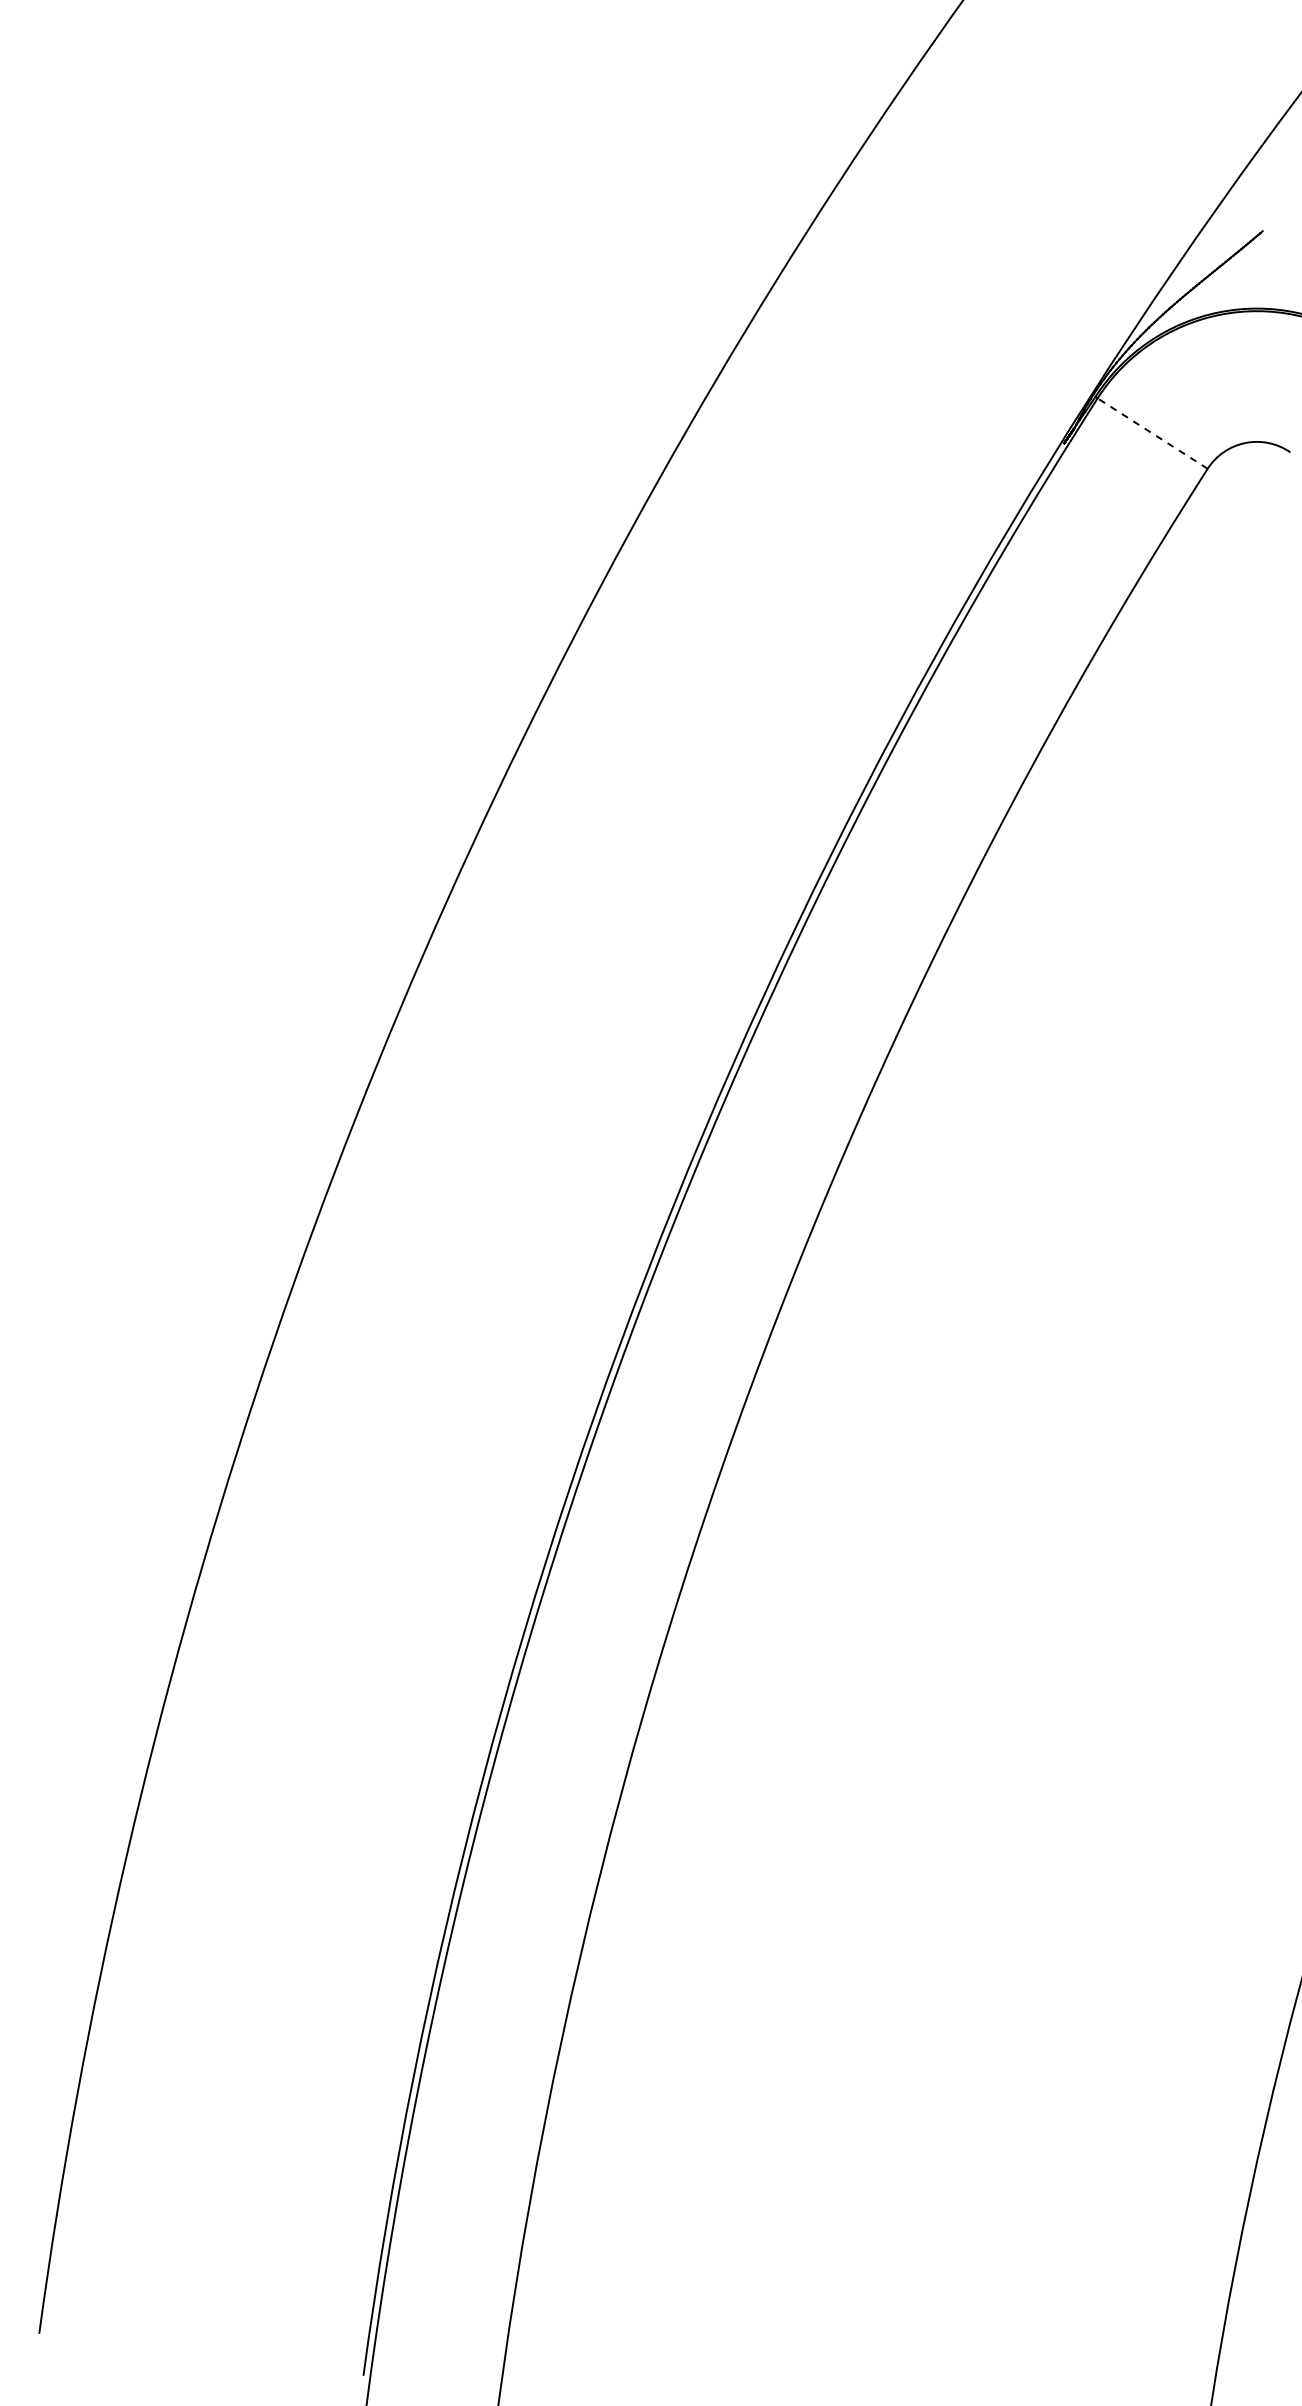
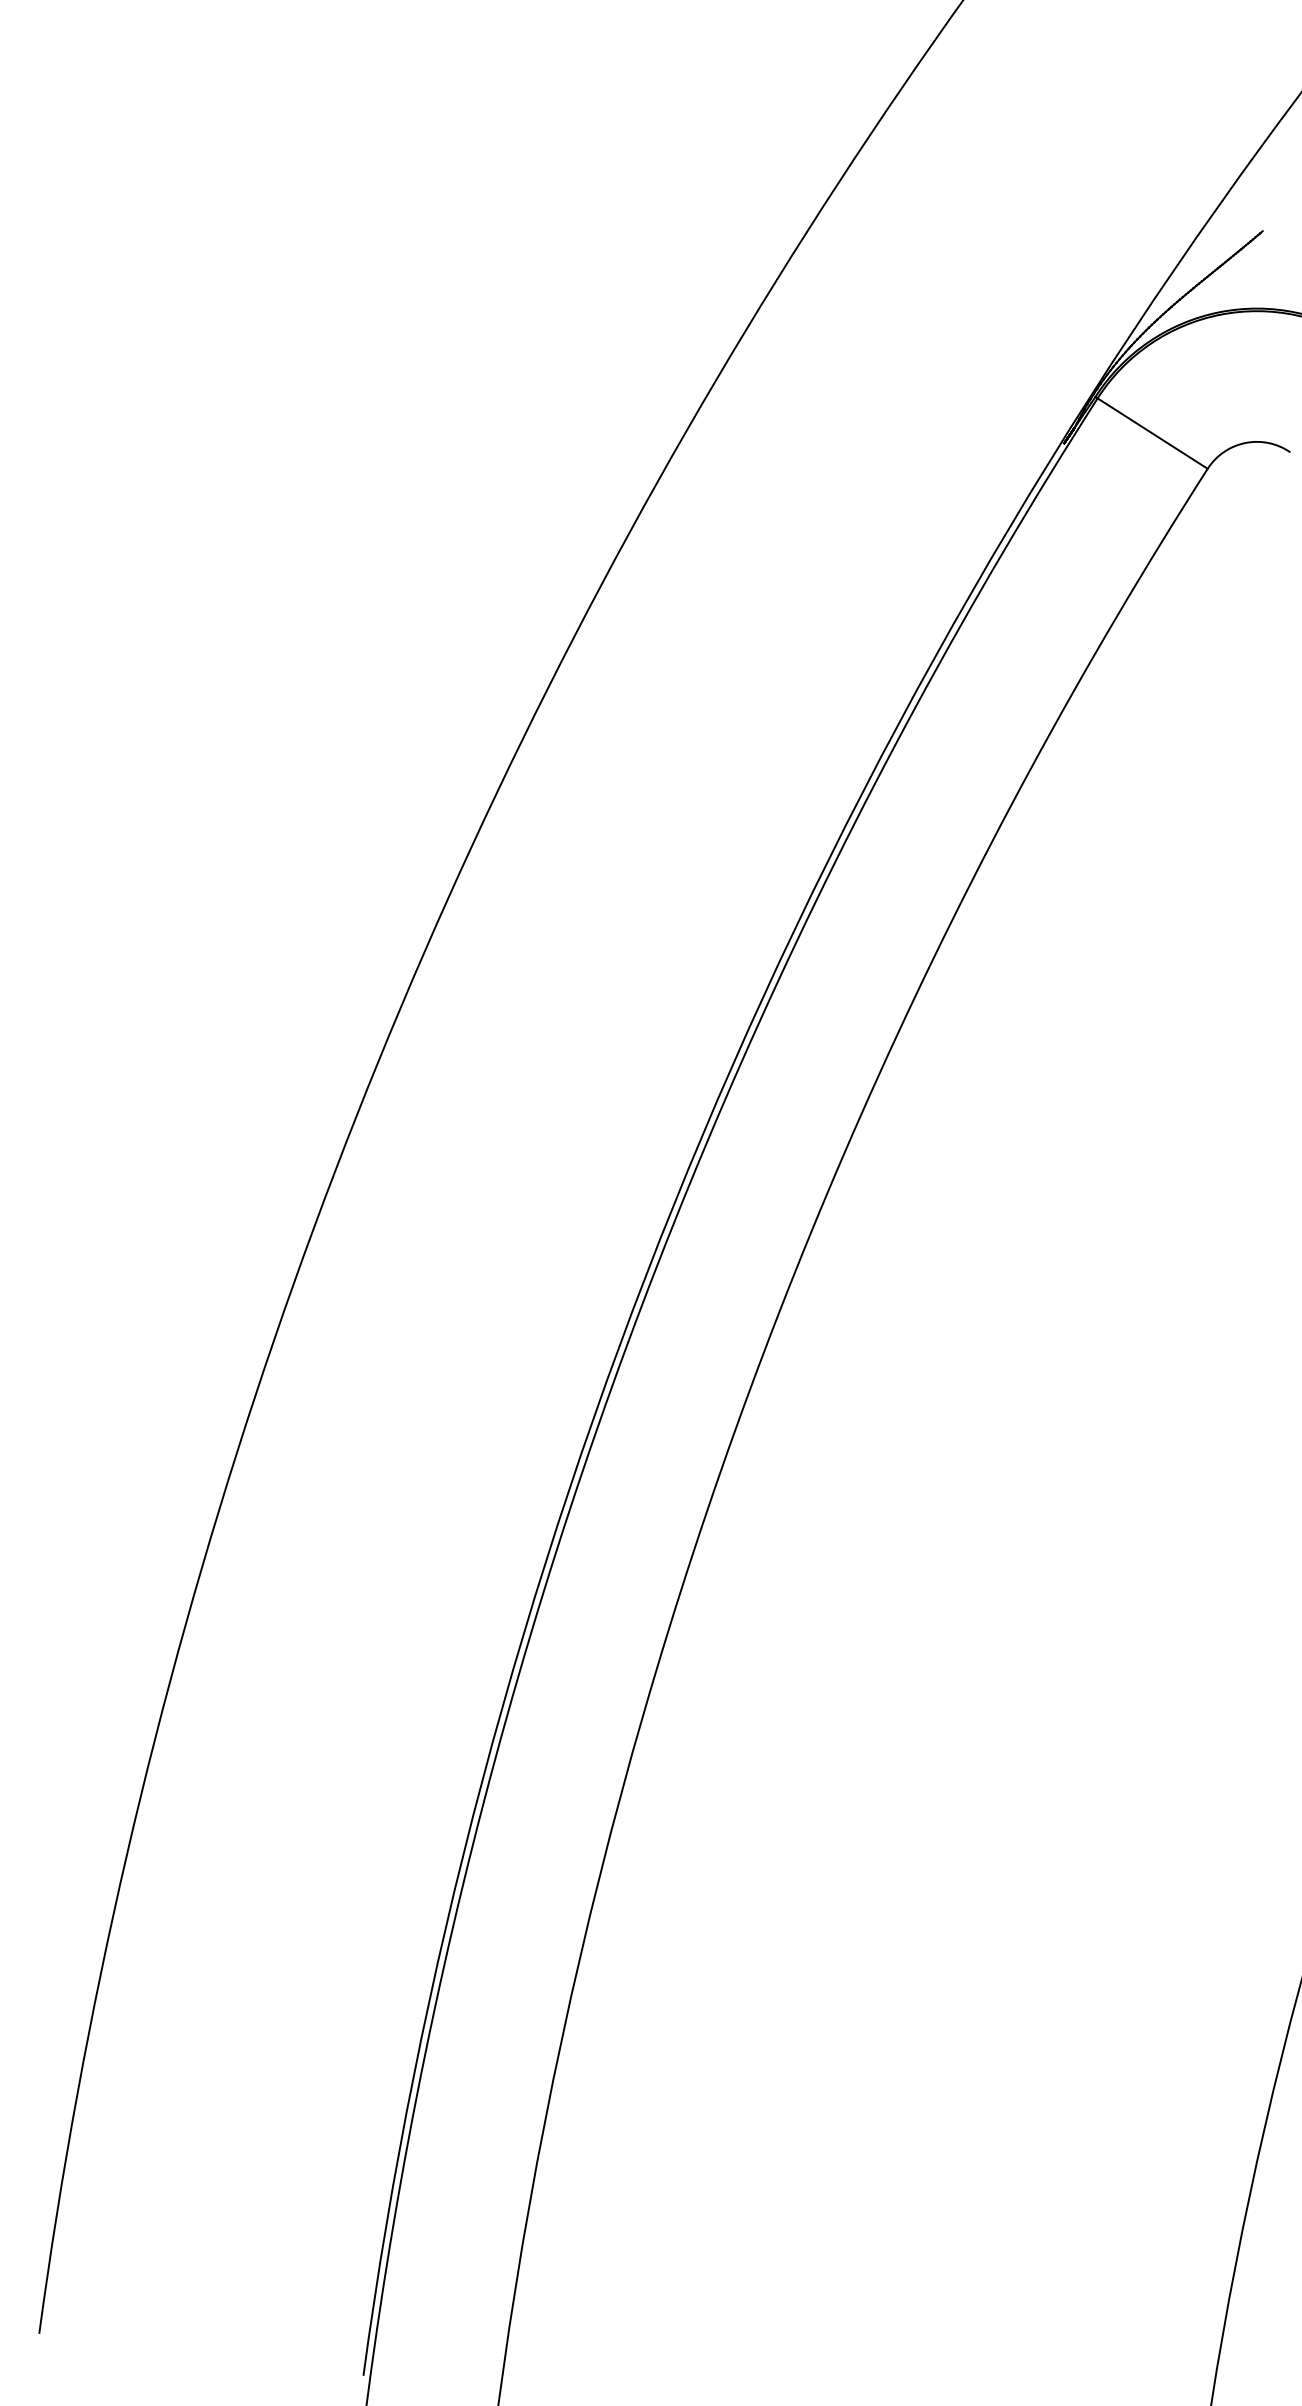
line at (1152, 433): dashed -> solid
